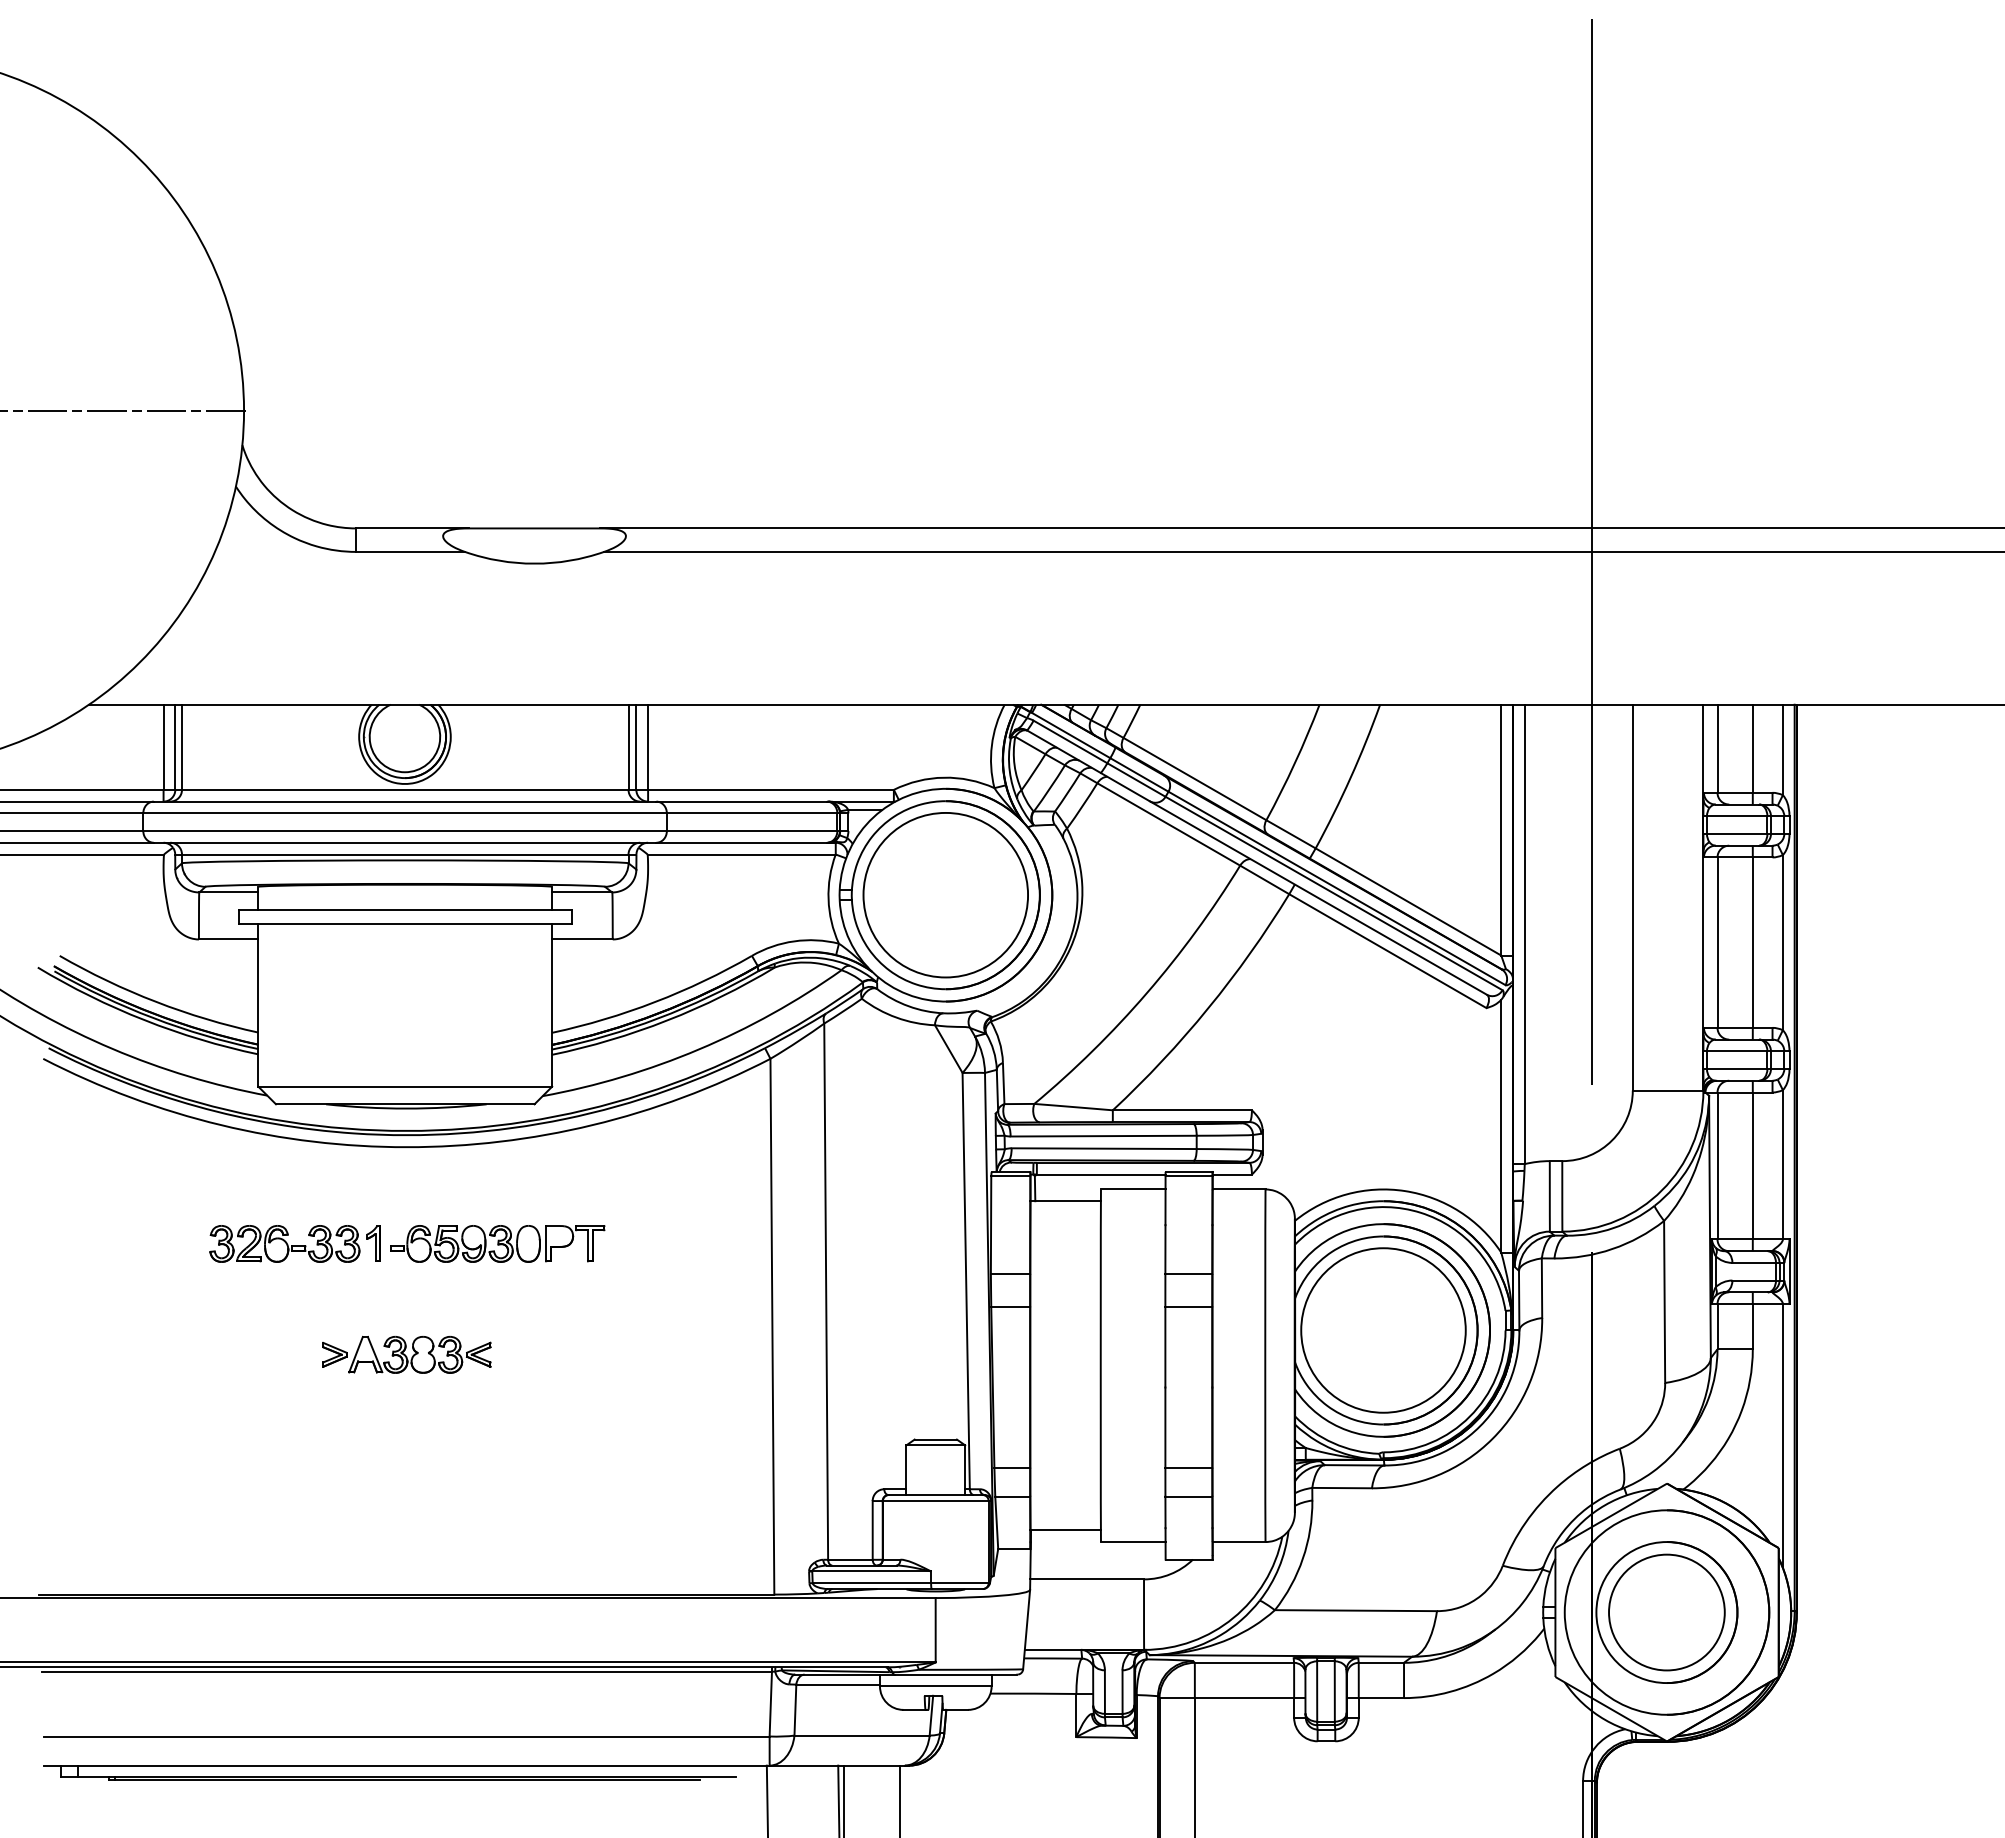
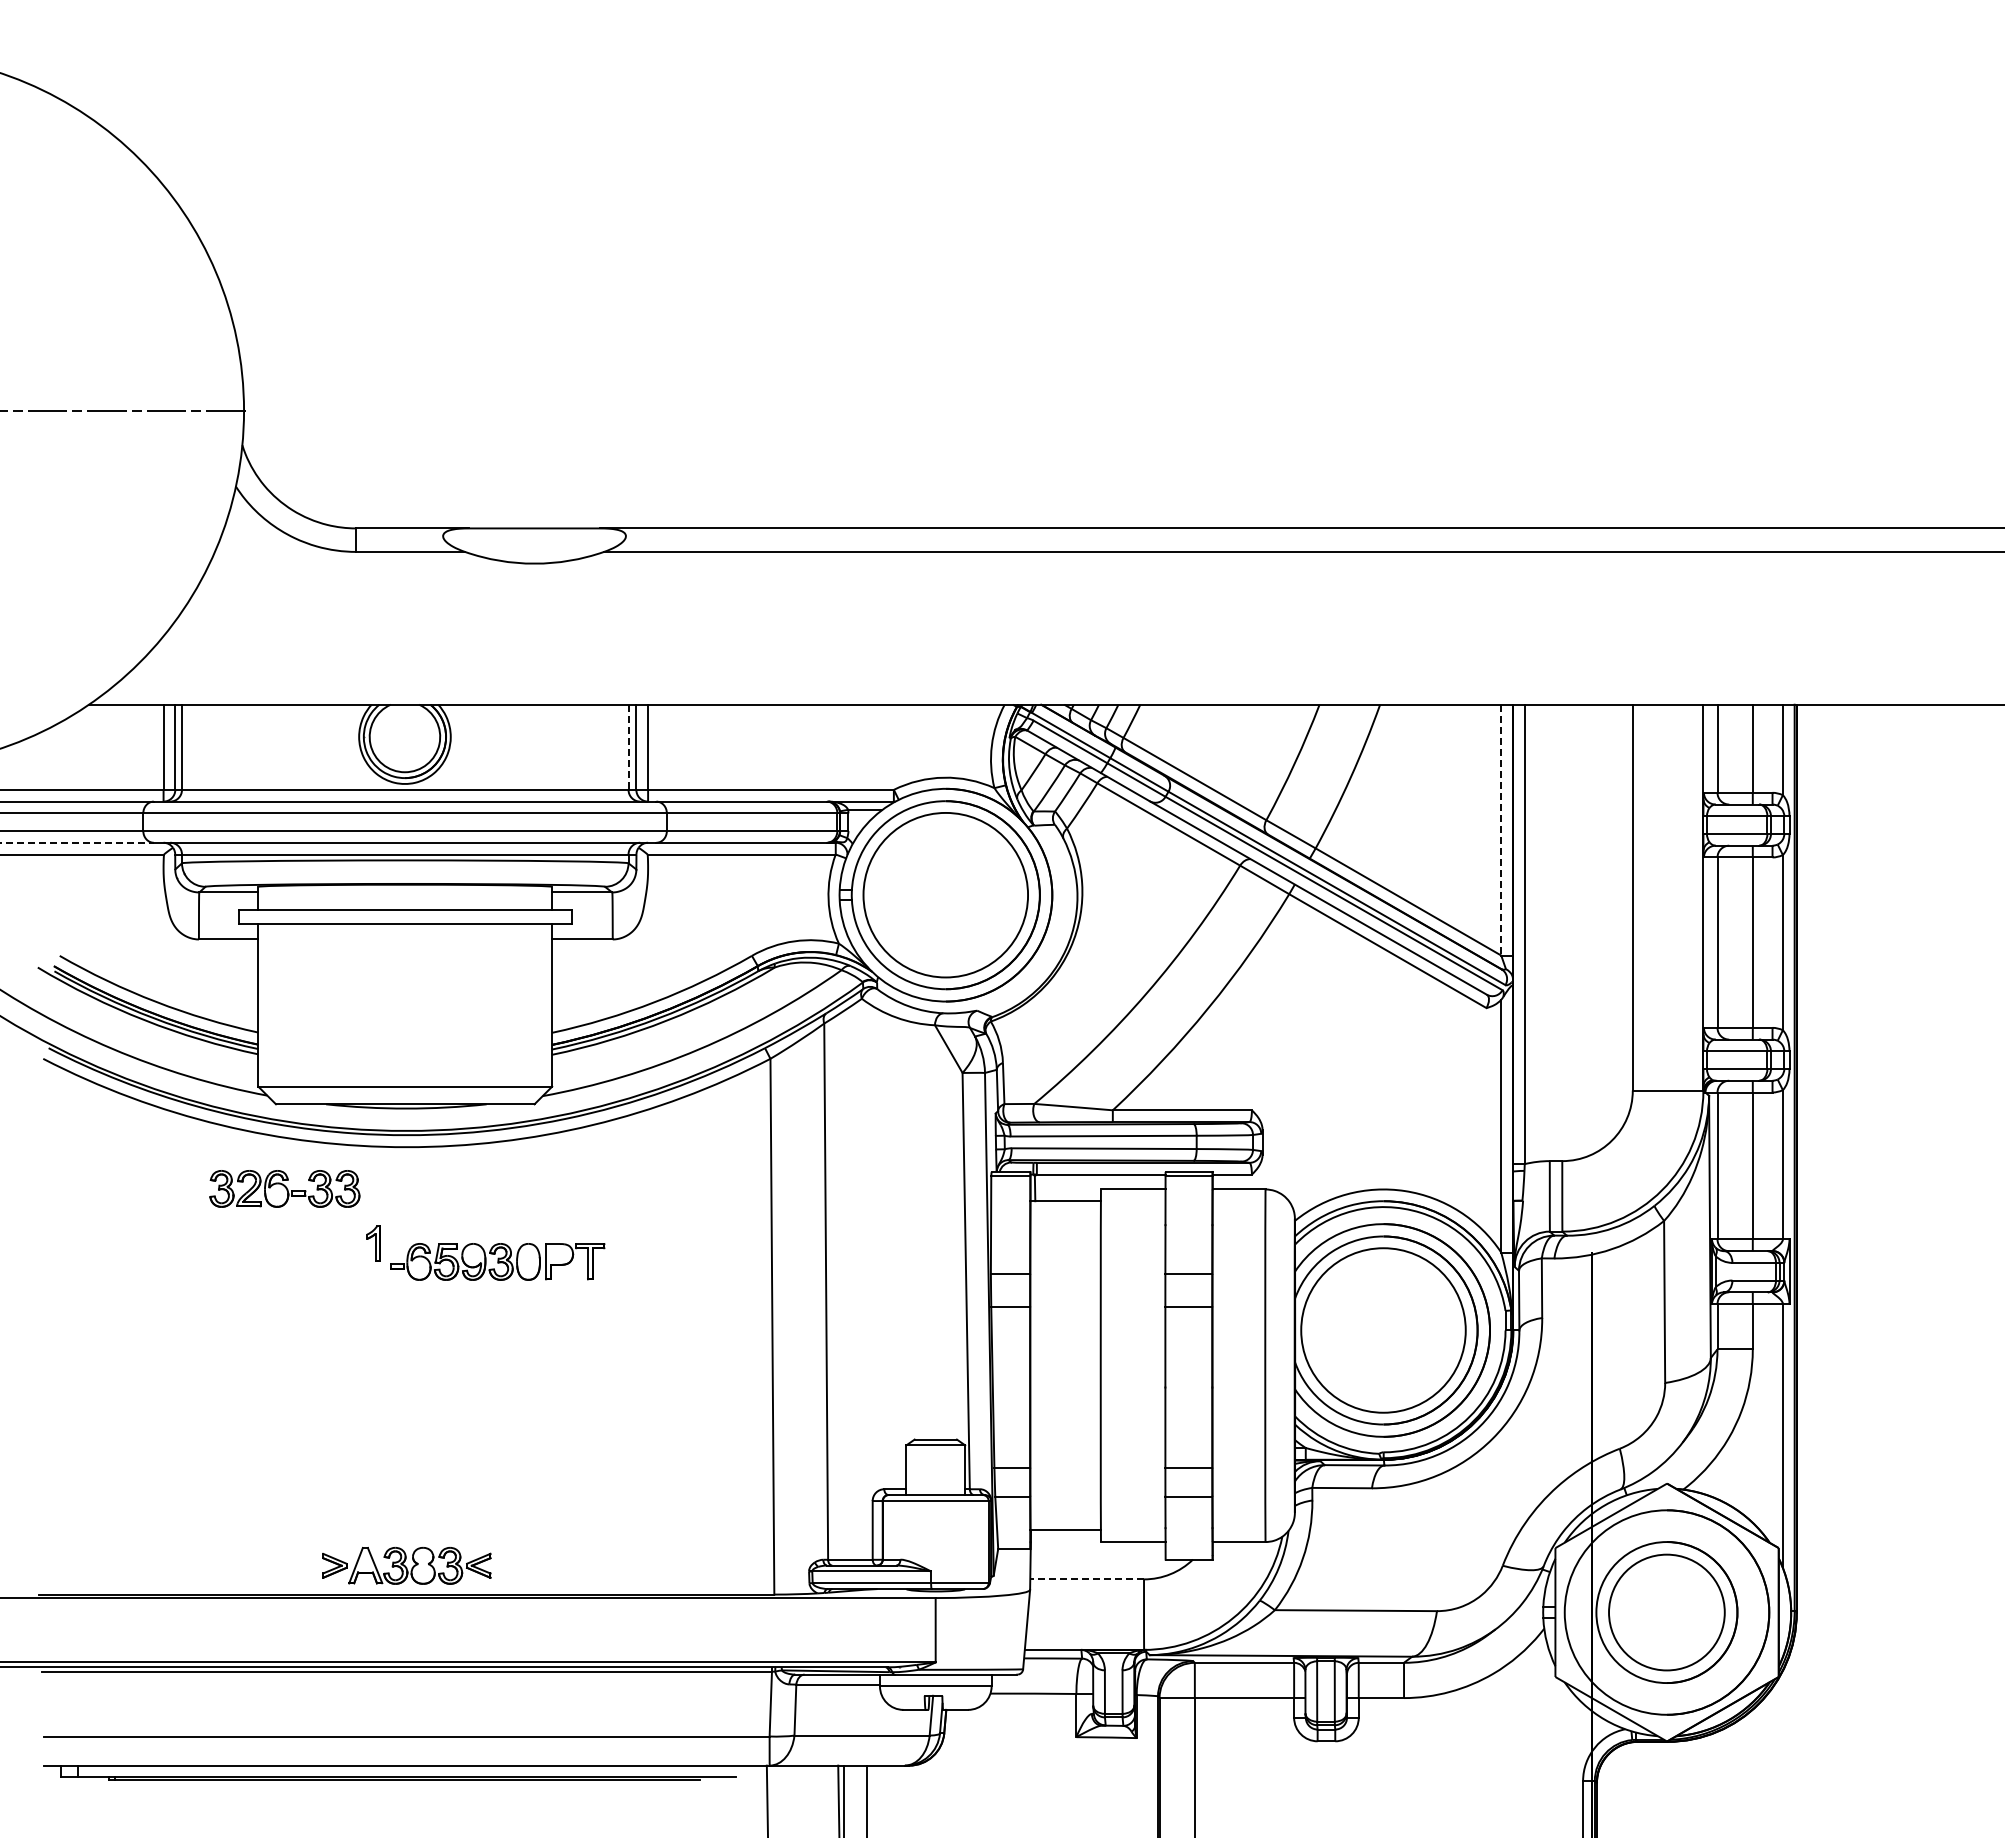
line at (1592, 543): present -> none
line at (628, 747): solid -> dashed
line at (1501, 830): solid -> dashed
line at (76, 842): solid -> dashed
part at (284, 1243) position: (284, 1243) -> (284, 1188)
part at (497, 1243) position: (497, 1243) -> (497, 1261)
part at (406, 1354) position: (406, 1354) -> (406, 1565)
line at (1087, 1579): solid -> dashed
line at (900, 1799) position: (900, 1799) -> (867, 1799)
